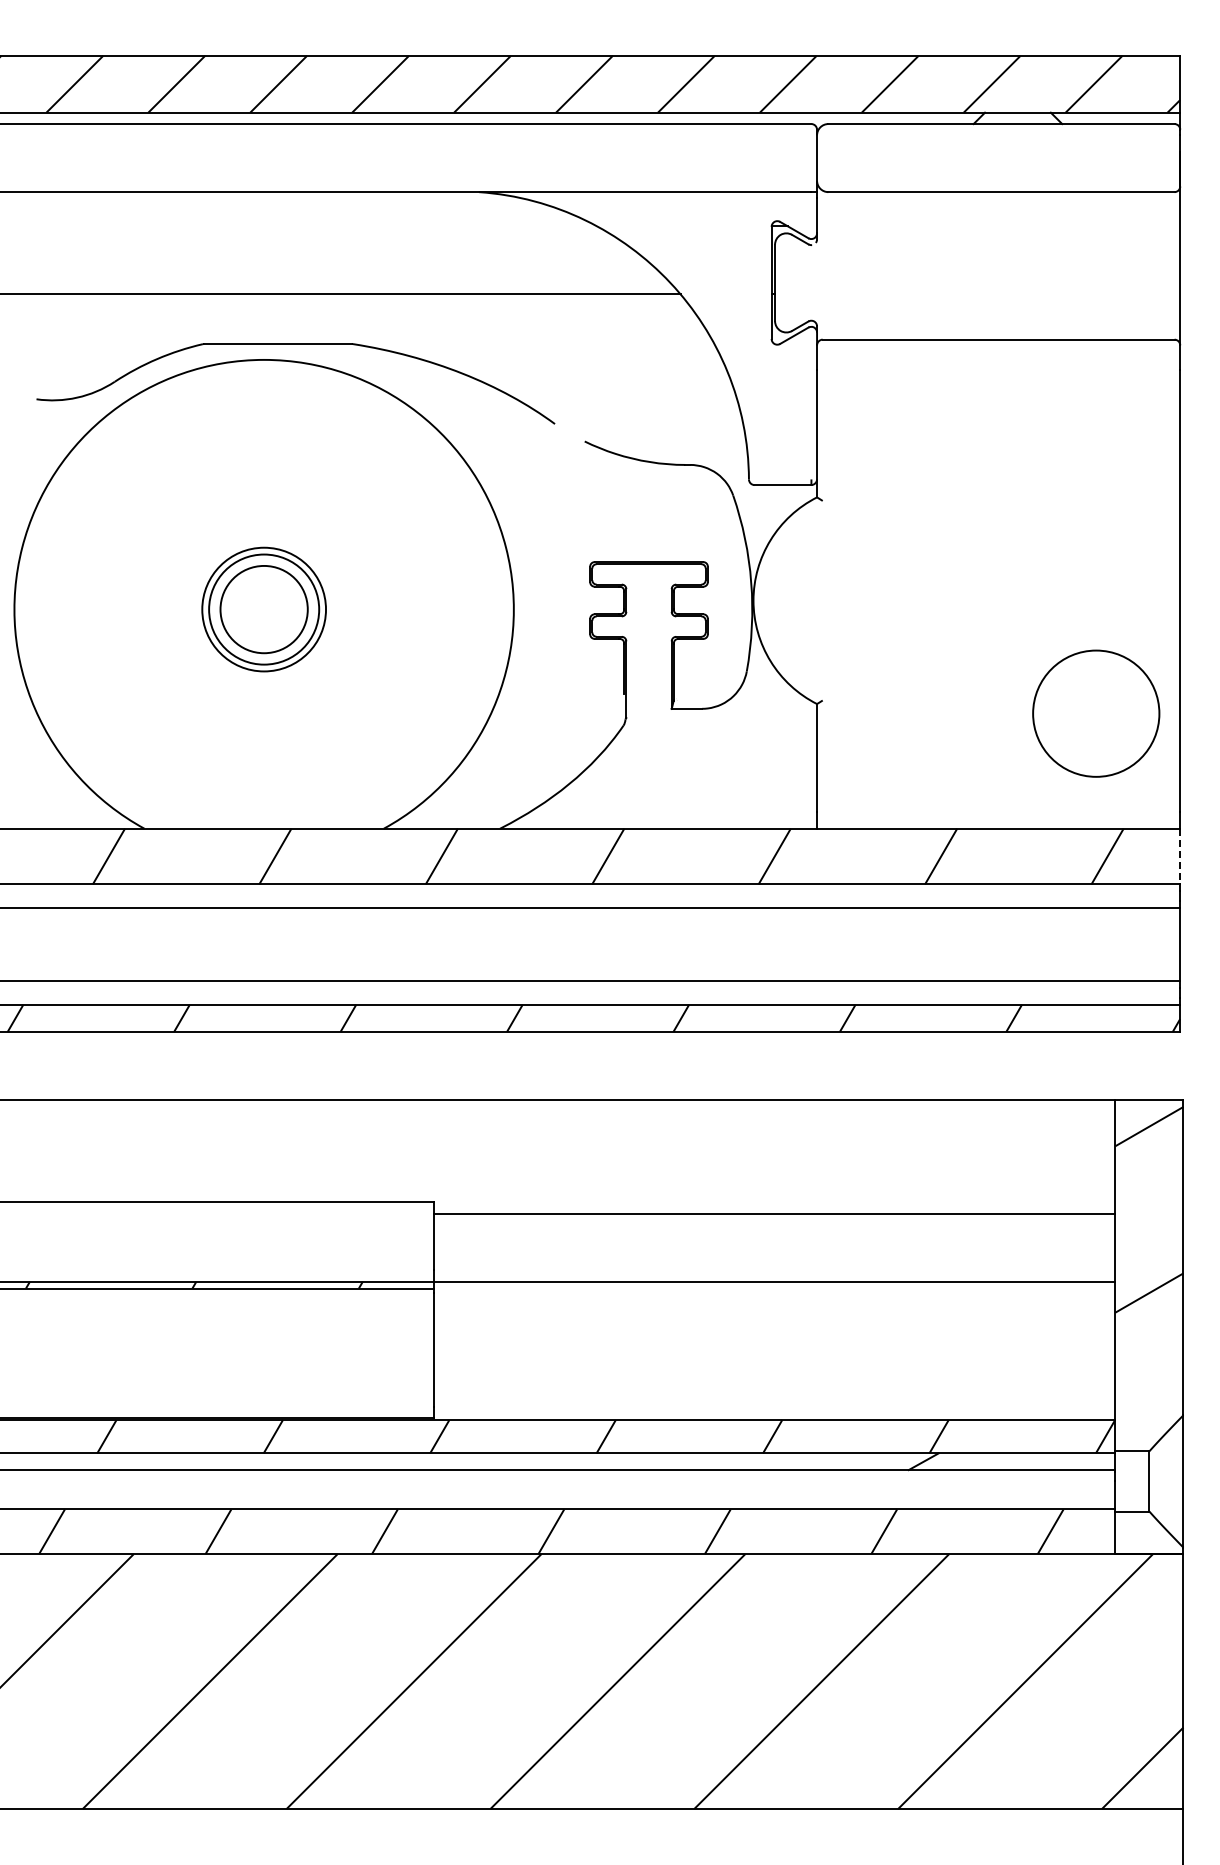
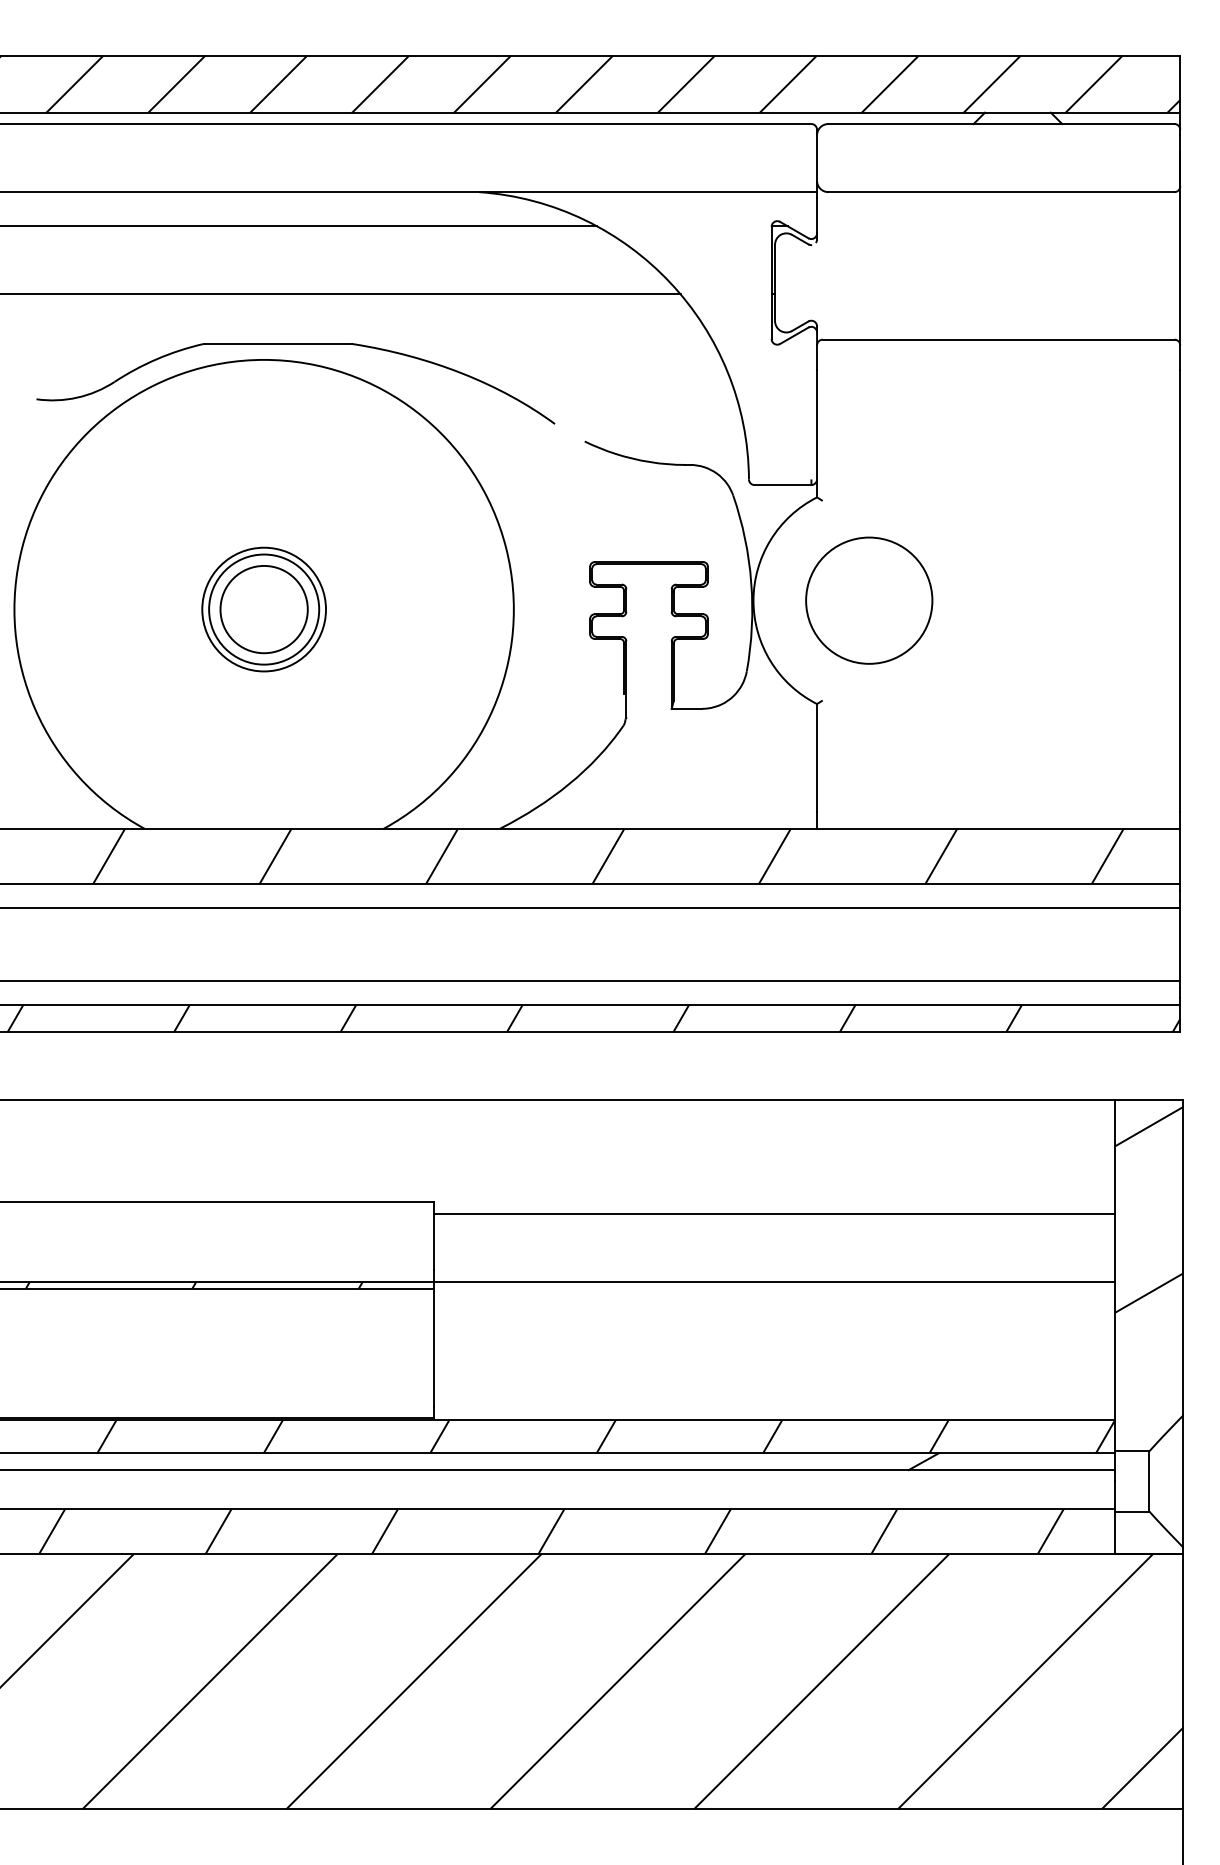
line at (299, 226): none -> present
circle at (1096, 713) position: (1096, 713) -> (869, 600)
line at (1180, 856): dashed -> solid
